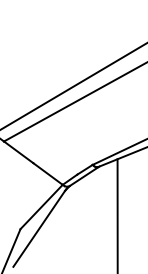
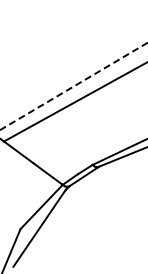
line at (73, 86): solid -> dashed
line at (117, 214): present -> none
